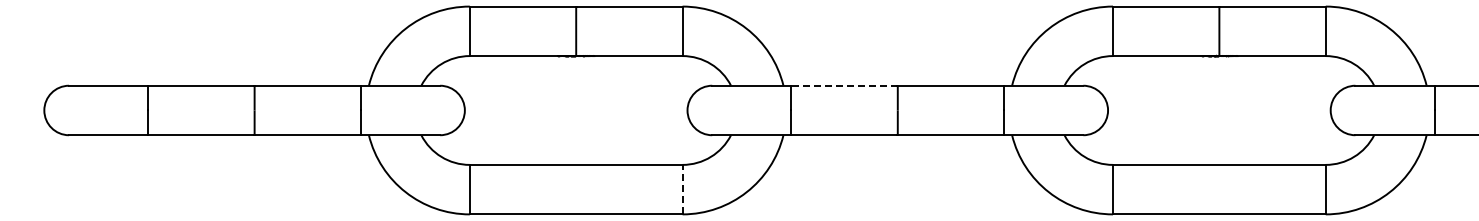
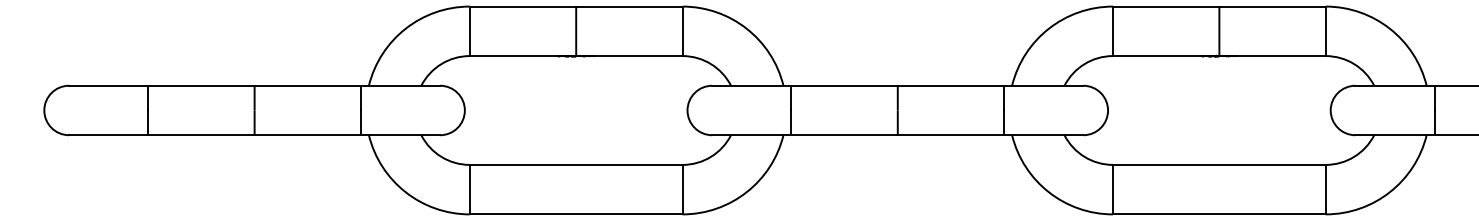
line at (844, 85): dashed -> solid
line at (682, 189): dashed -> solid
